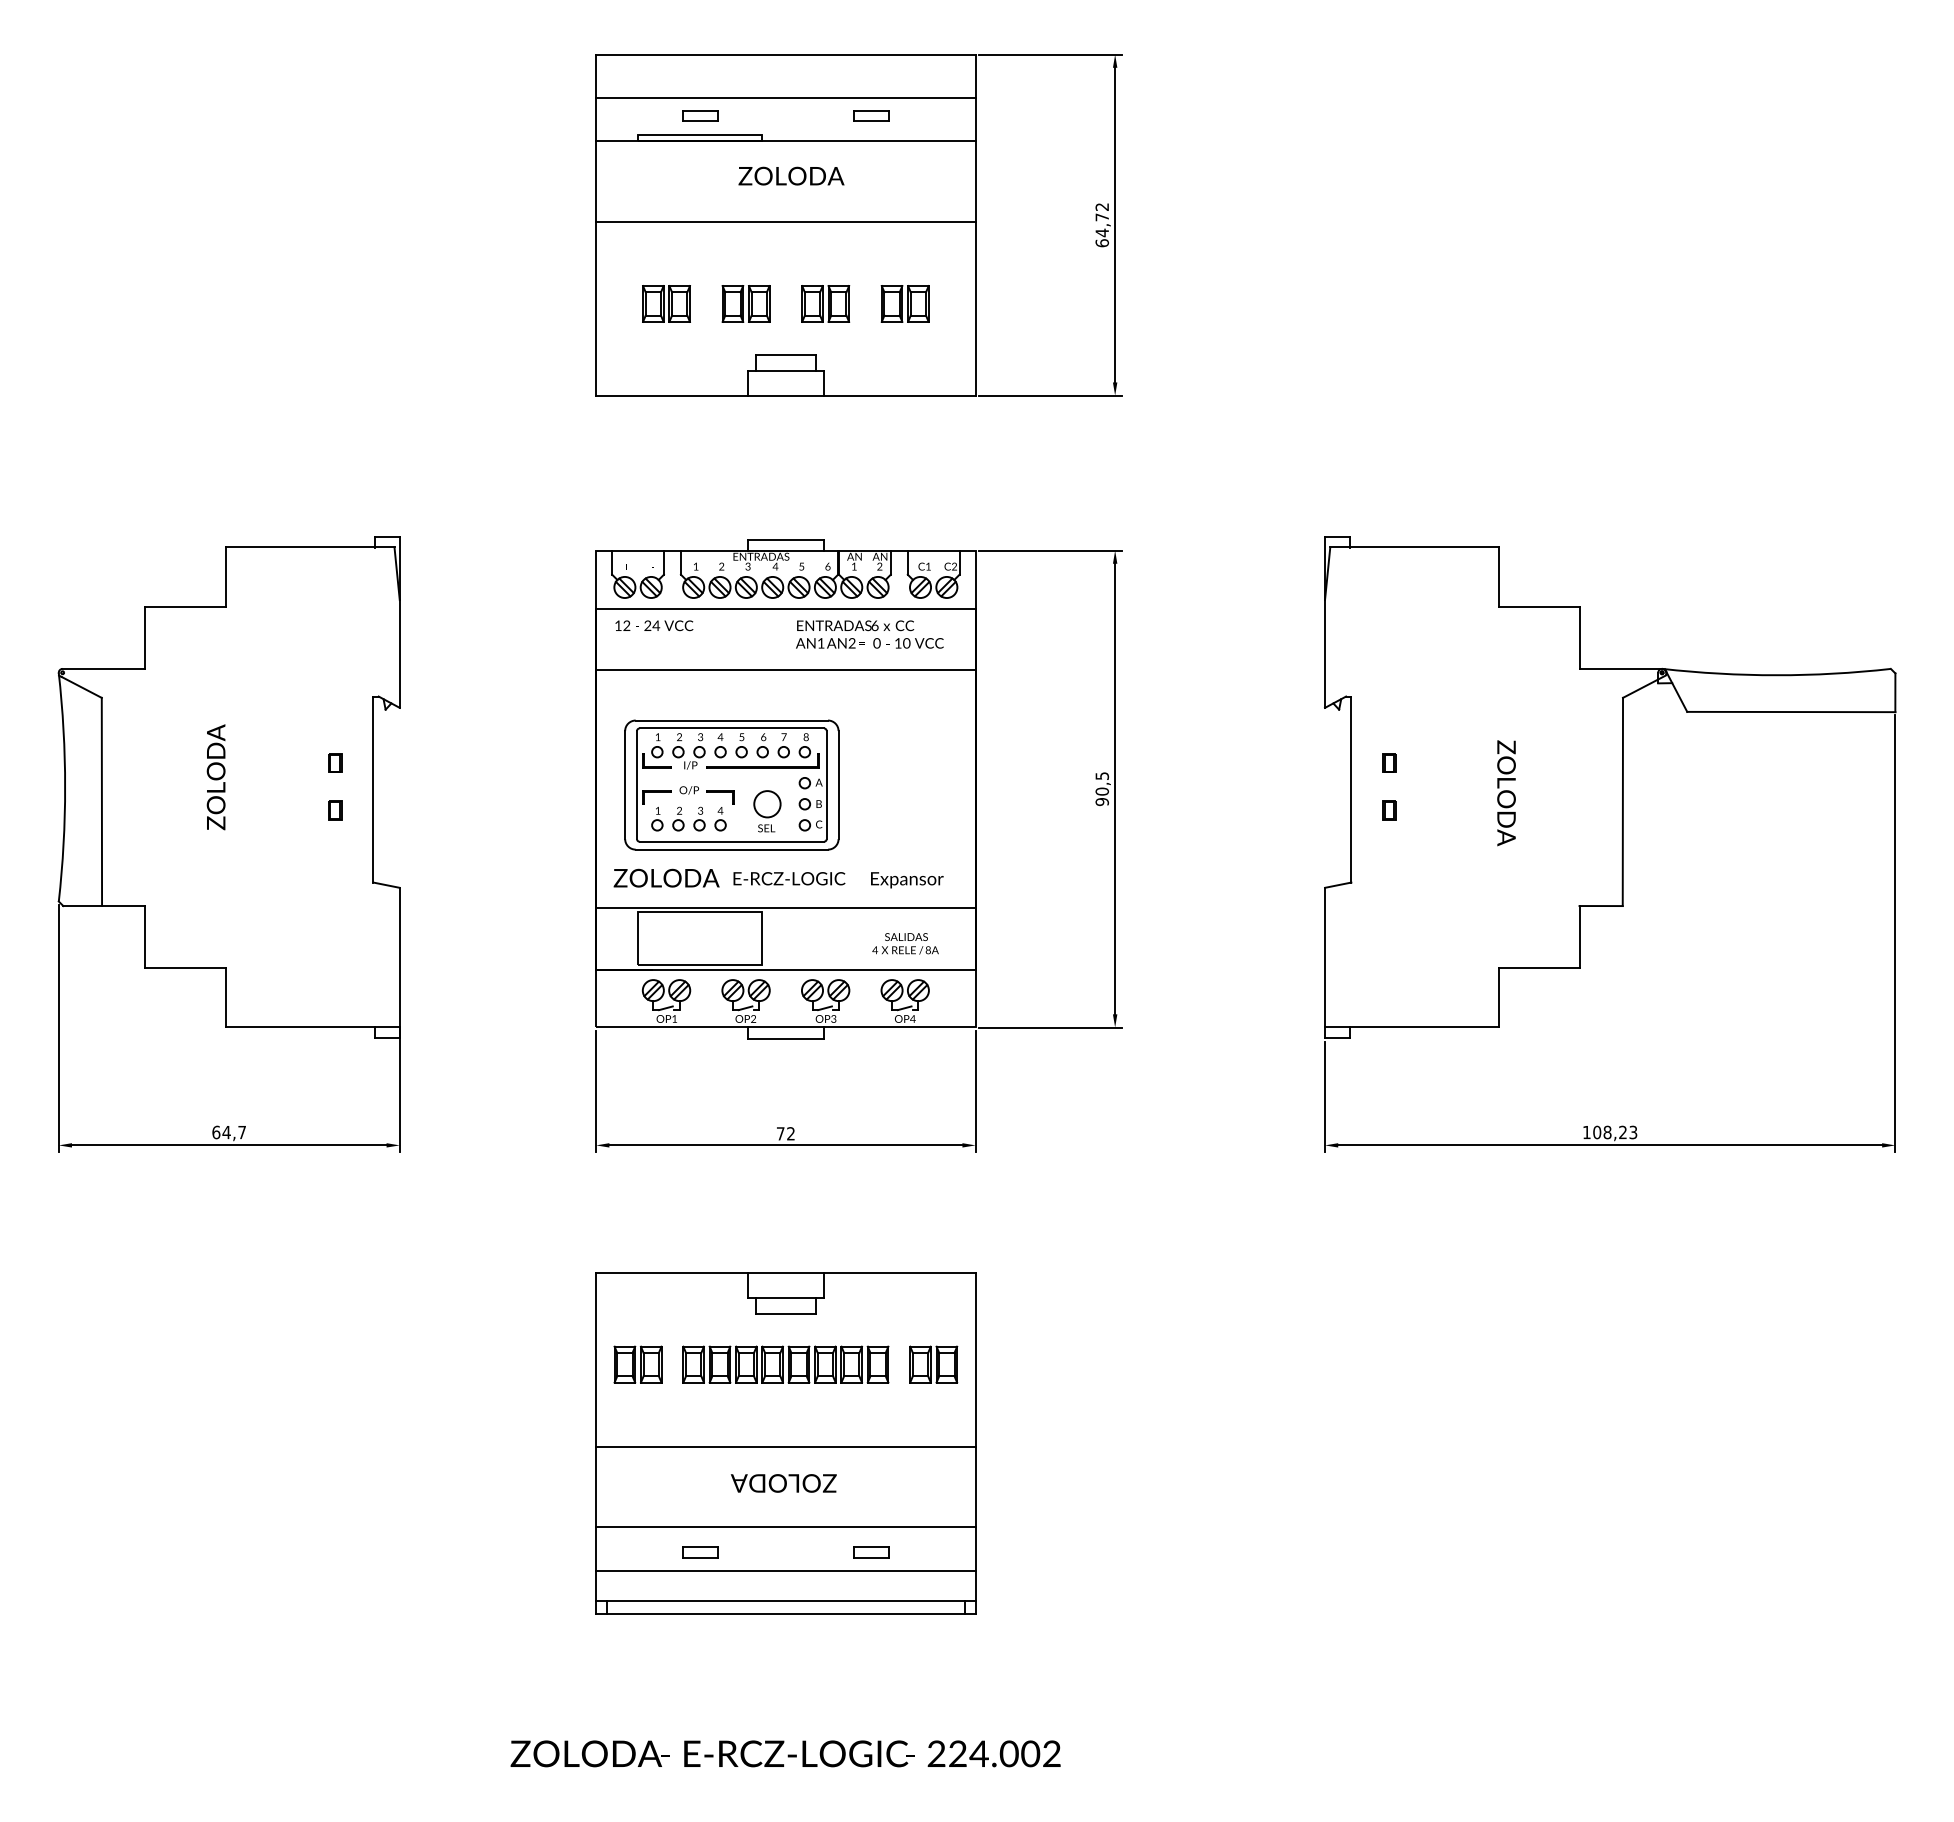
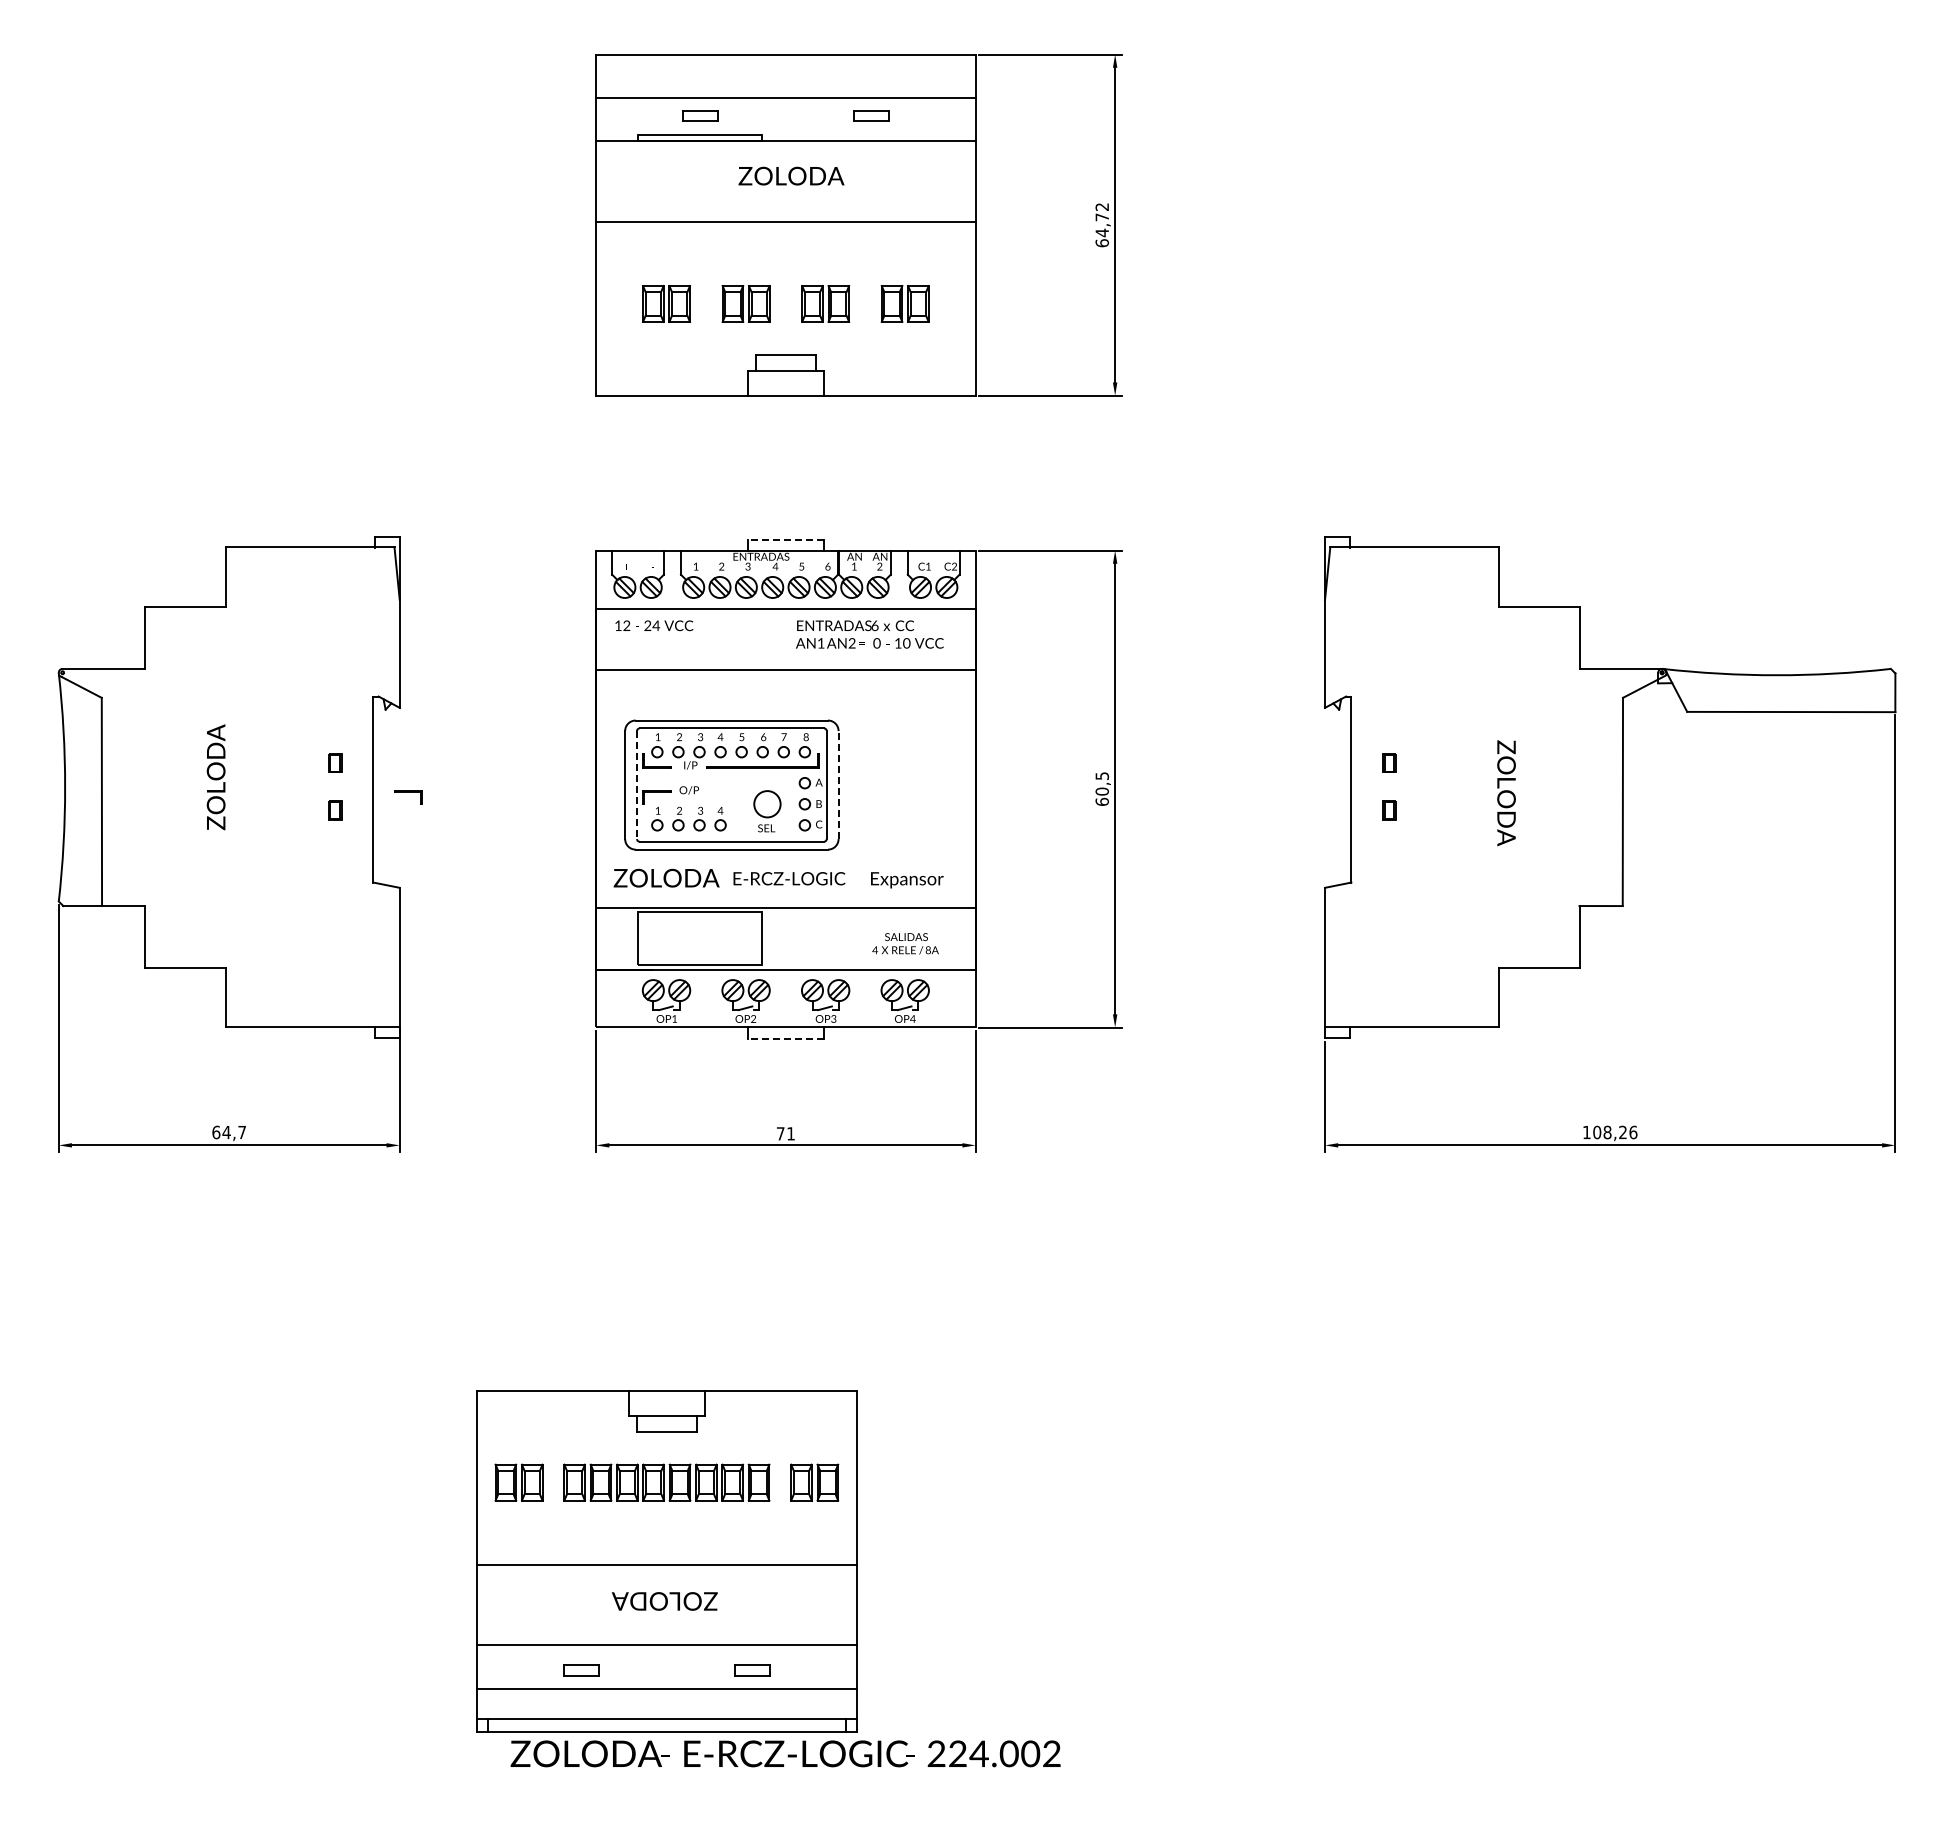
line at (785, 539): solid -> dashed
line at (838, 784): solid -> dashed
line at (637, 785): solid -> dashed
part at (720, 797) position: (720, 797) -> (408, 797)
text at (1102, 801): 90,5 -> 60,5
line at (785, 1038): solid -> dashed
text at (1633, 1132): 108,23 -> 108,26
text at (790, 1133): 72 -> 71
part at (785, 1443) position: (785, 1443) -> (666, 1561)
